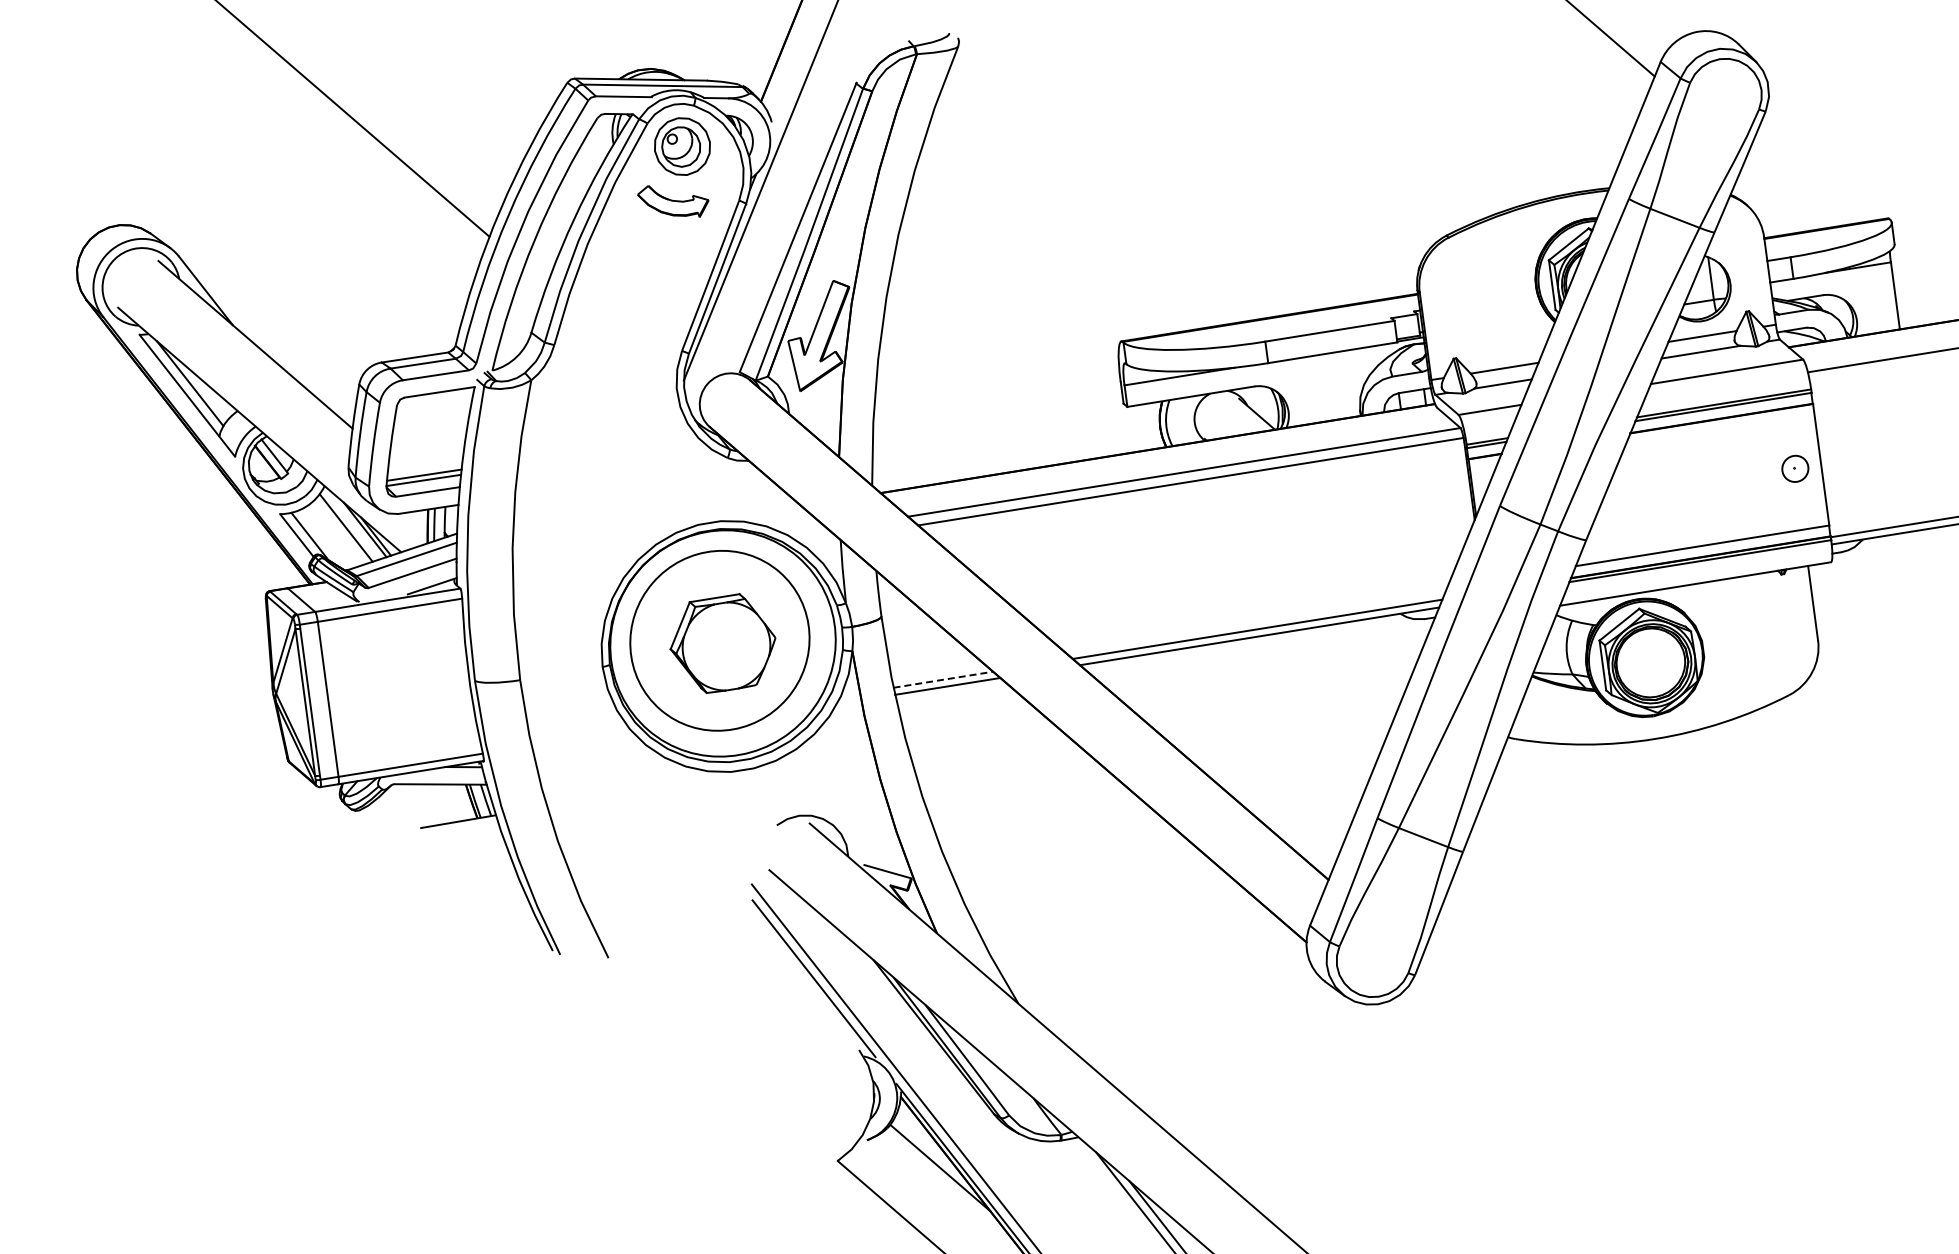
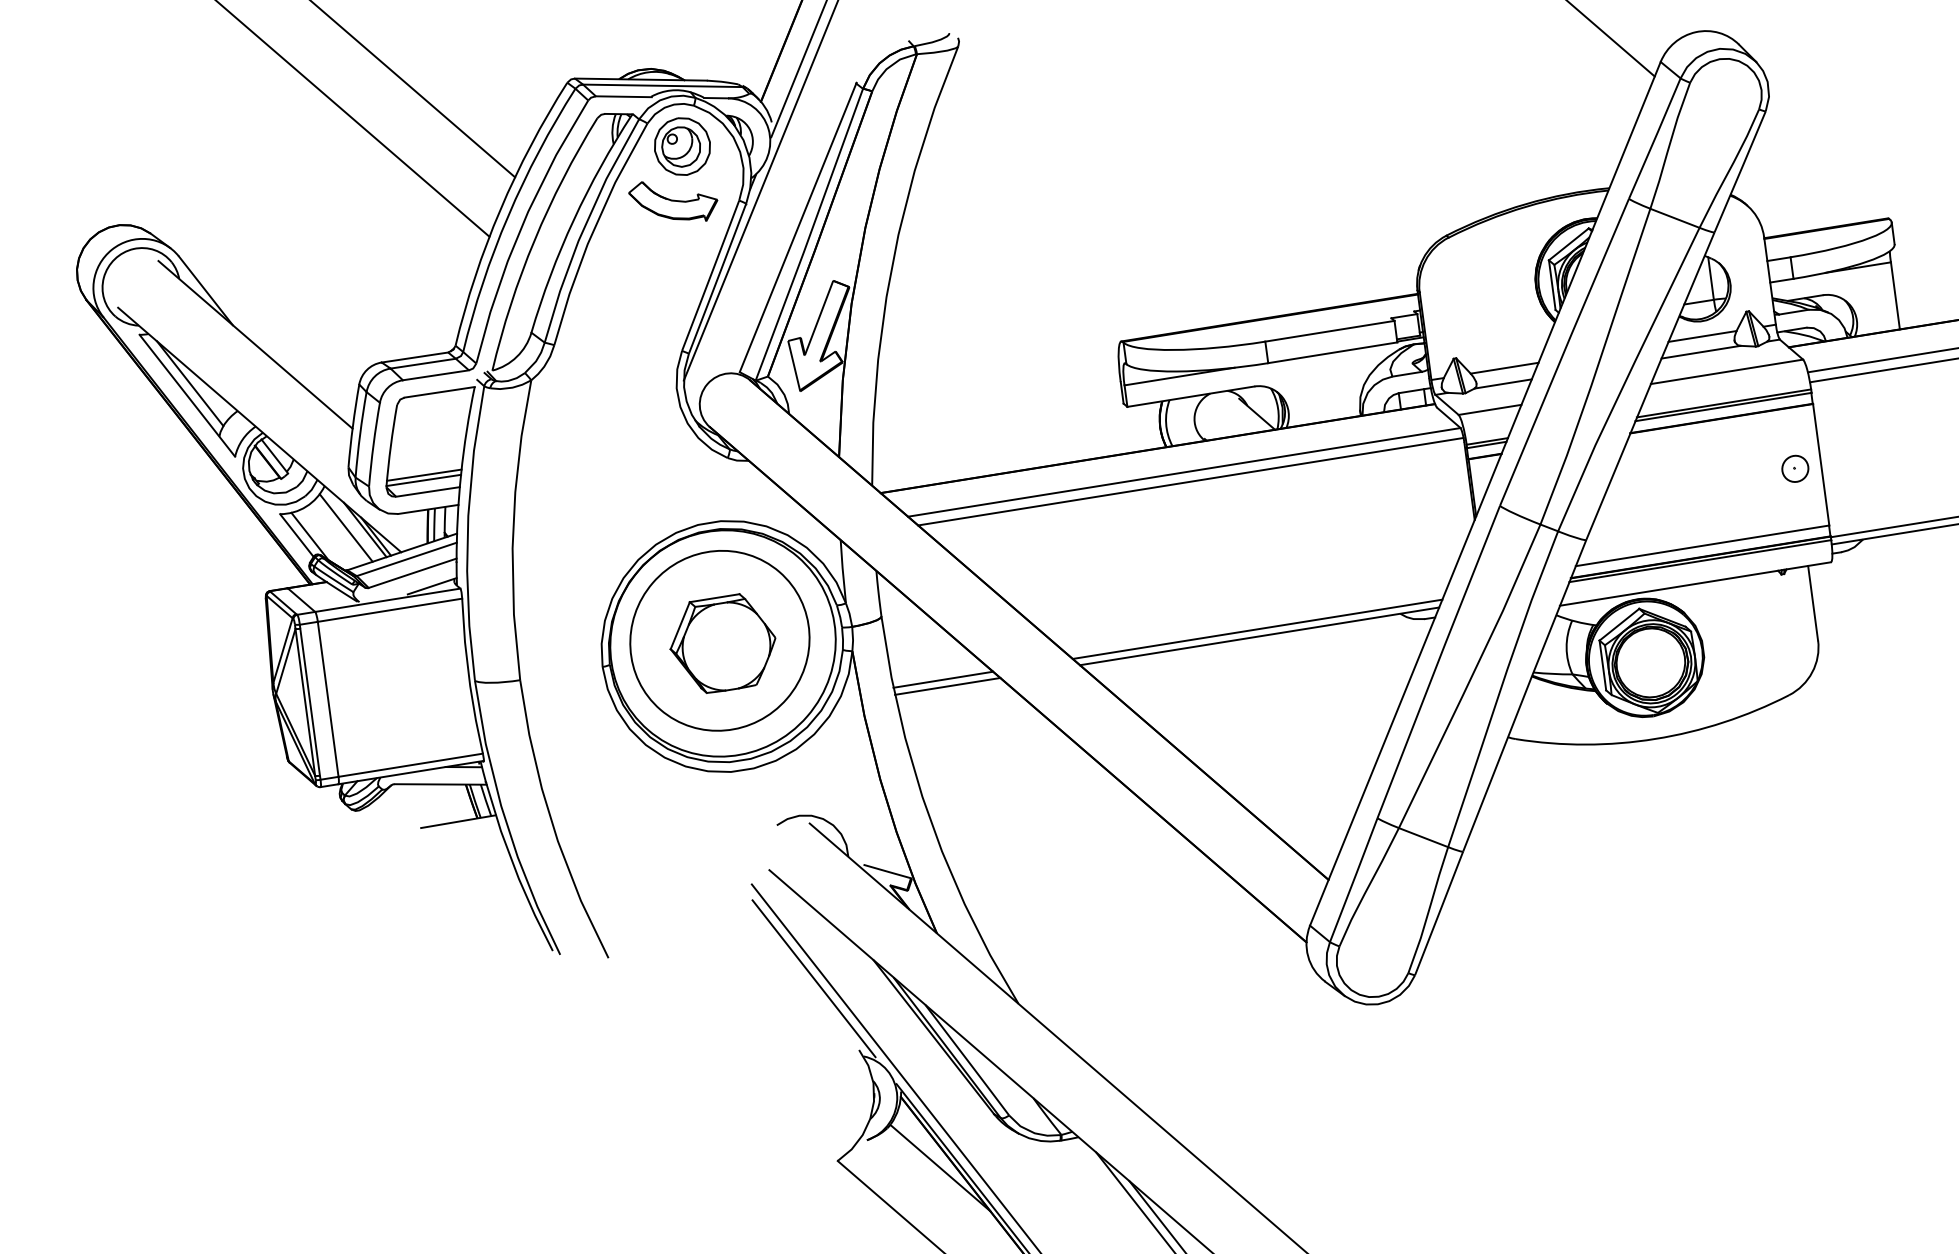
line at (798, 69): none -> present
line at (413, 89): none -> present
part at (673, 201) size: 73x33 px -> 91x41 px
line at (1882, 370): none -> present
line at (943, 679): dashed -> solid
